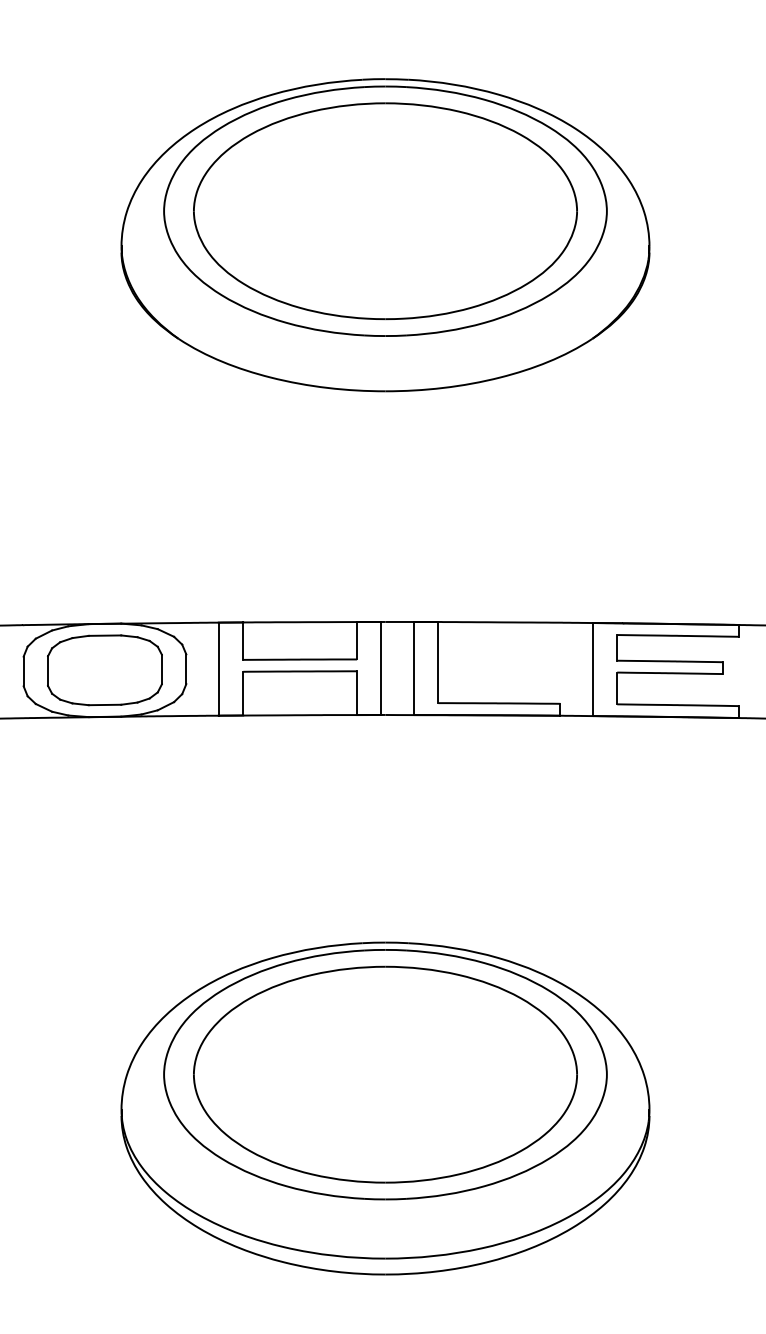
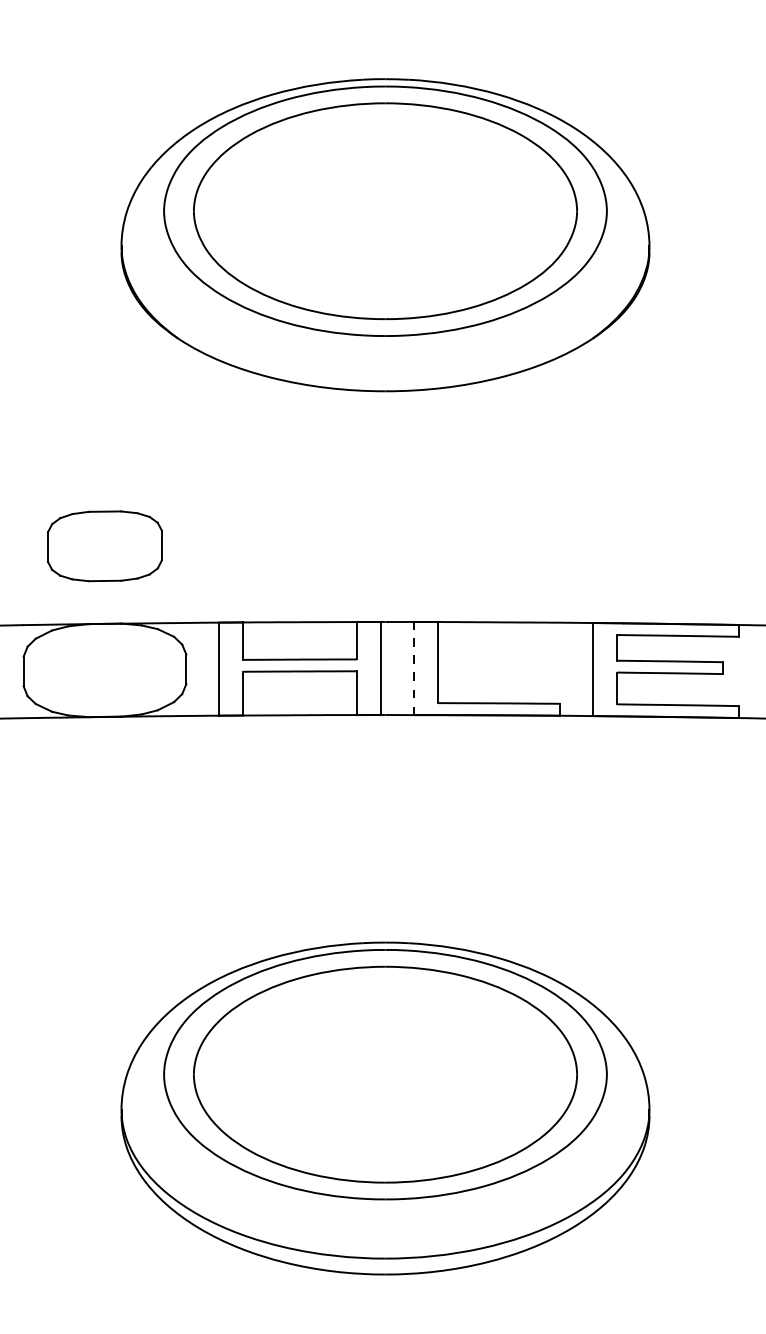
line at (413, 668): solid -> dashed
part at (104, 670) position: (104, 670) -> (104, 546)
